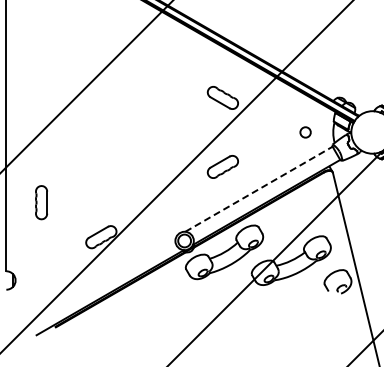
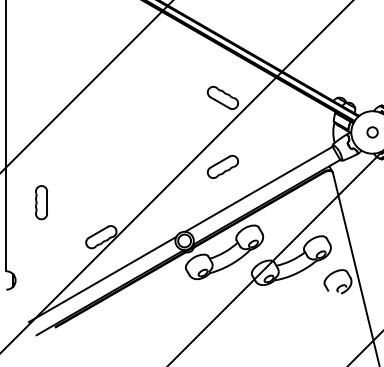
circle at (305, 132) position: (305, 132) -> (372, 132)
line at (259, 189): dashed -> solid
line at (102, 279): none -> present
